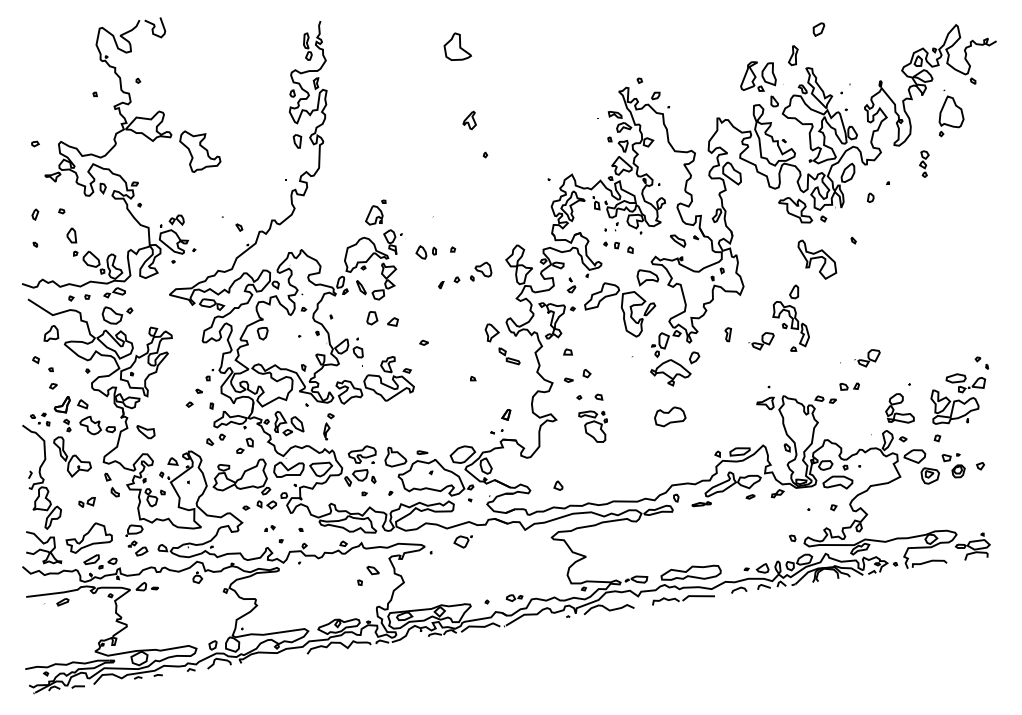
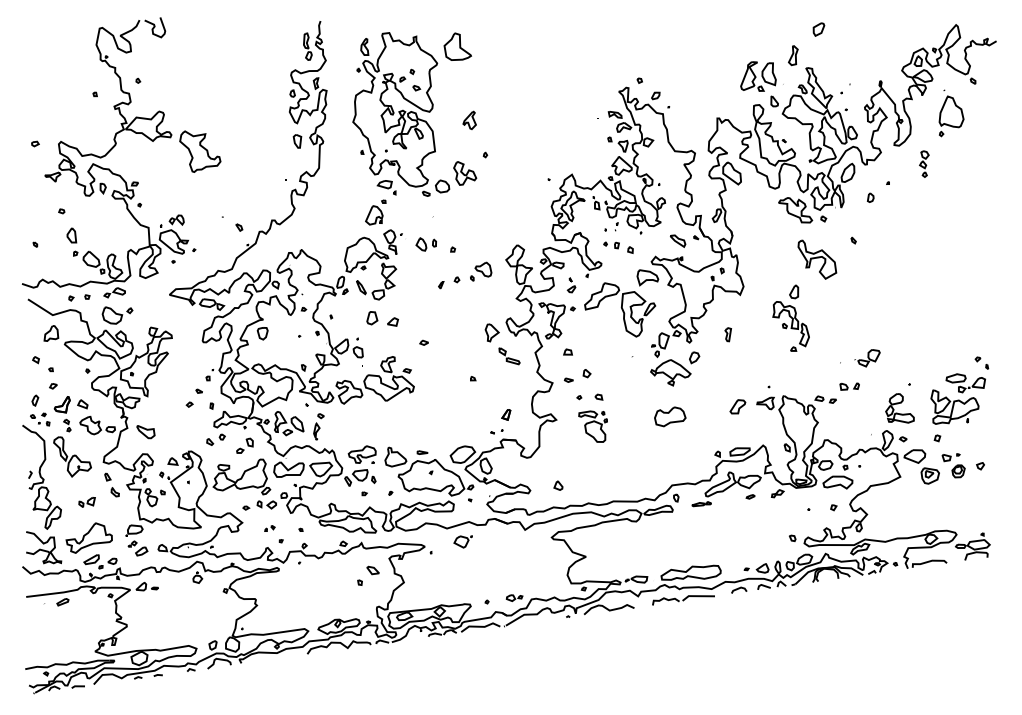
part at (414, 114): none -> present
part at (35, 214) position: (35, 214) -> (35, 400)
part at (425, 252) position: (425, 252) -> (425, 244)
part at (761, 341): present -> none
part at (737, 406): none -> present
part at (328, 426) position: (328, 426) -> (318, 426)
